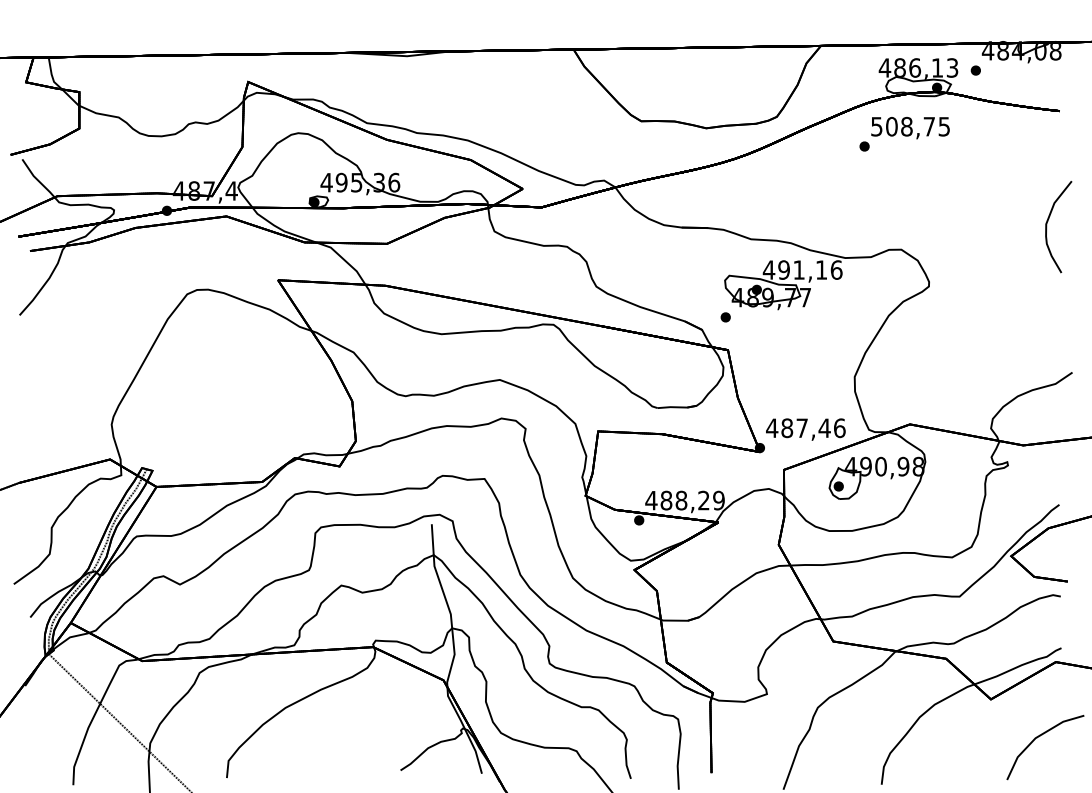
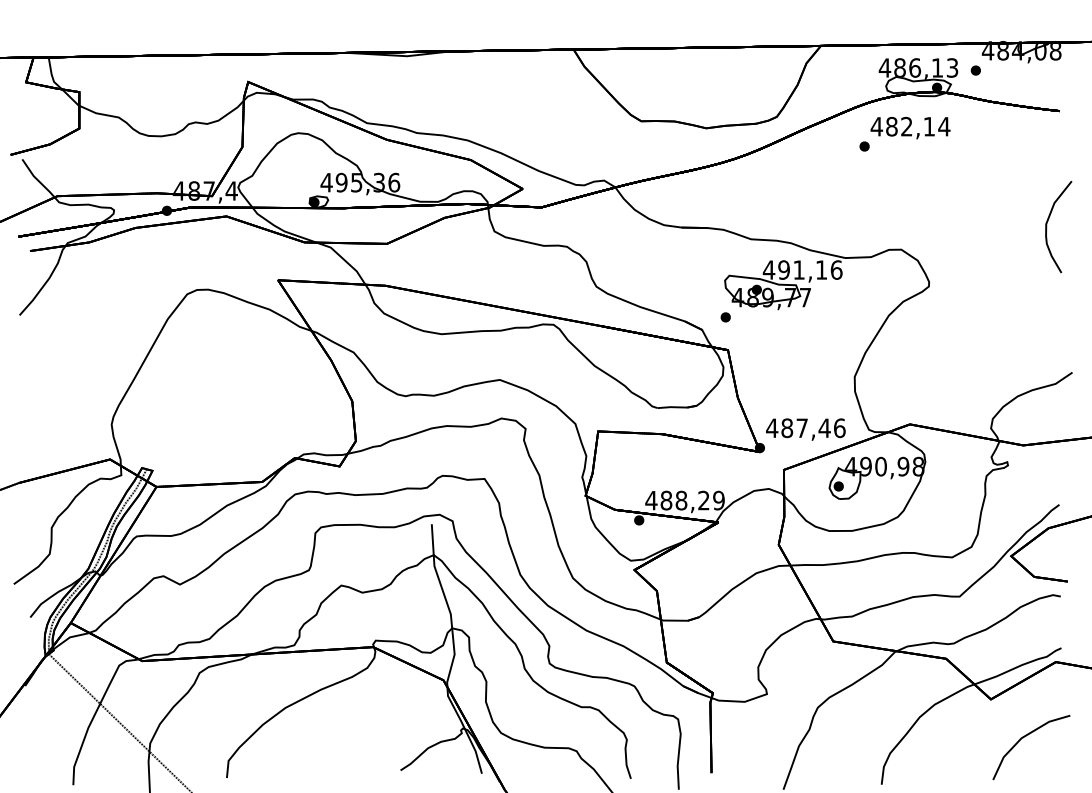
text at (910, 126): 508,75 -> 482,14
part at (1037, 738) position: (1037, 738) -> (1023, 738)
